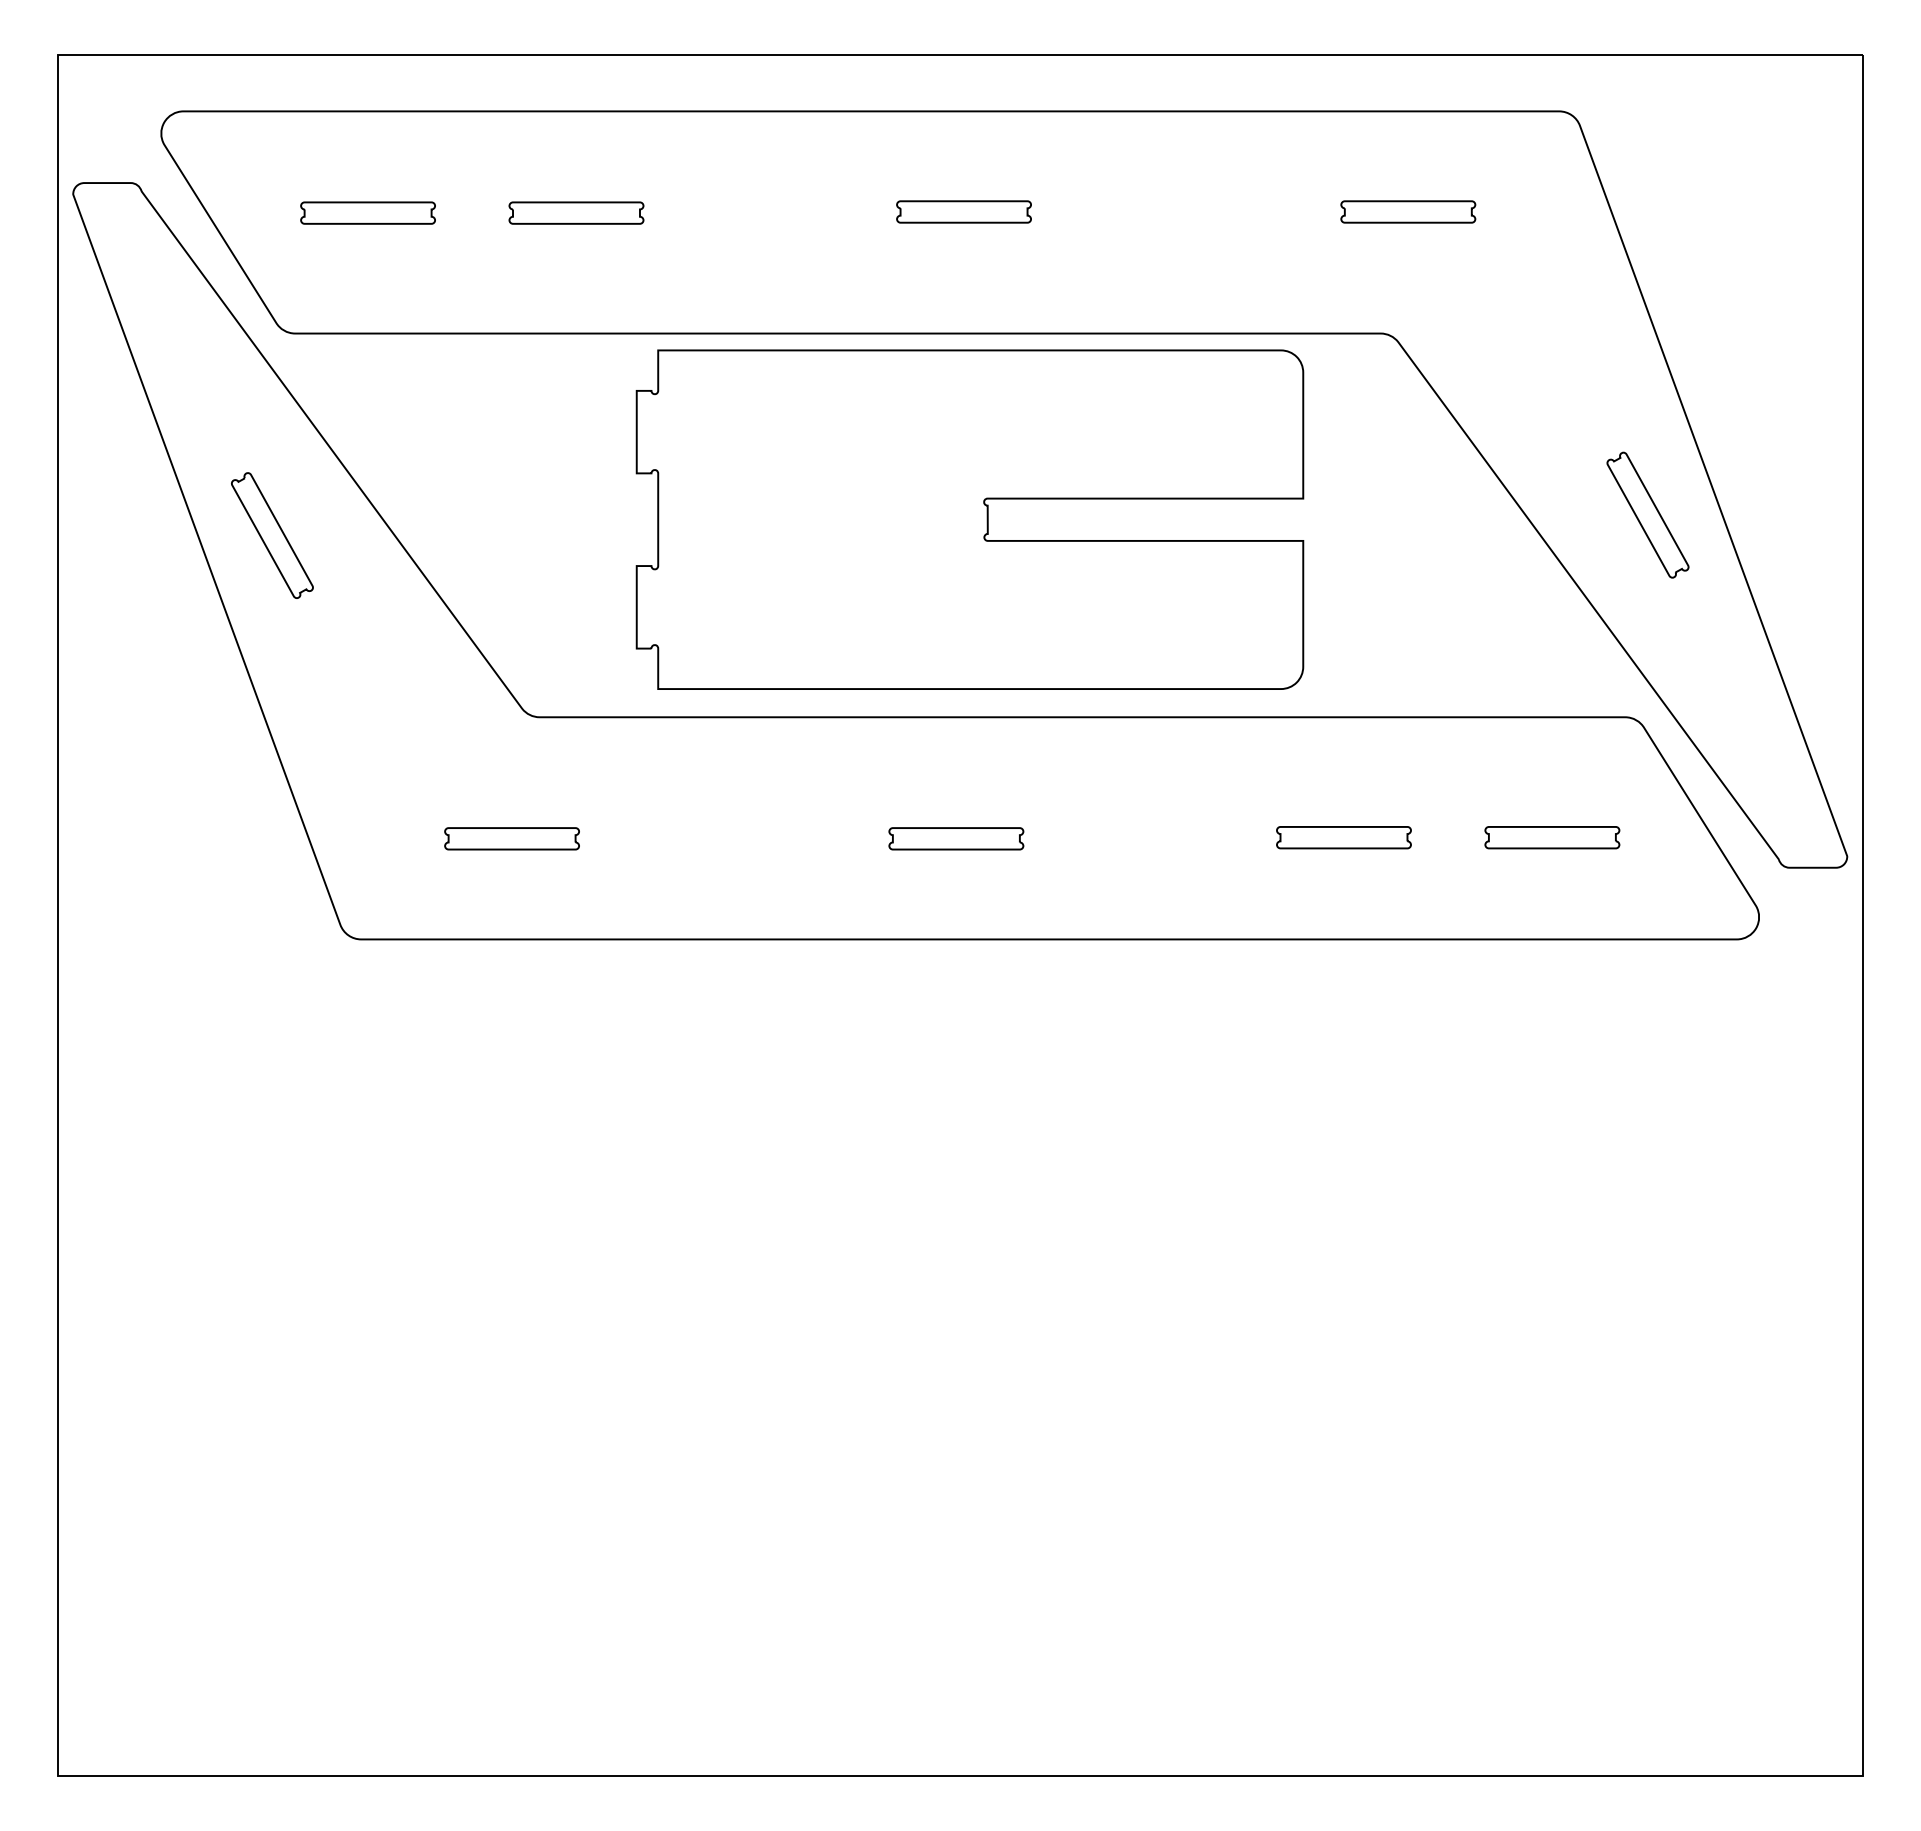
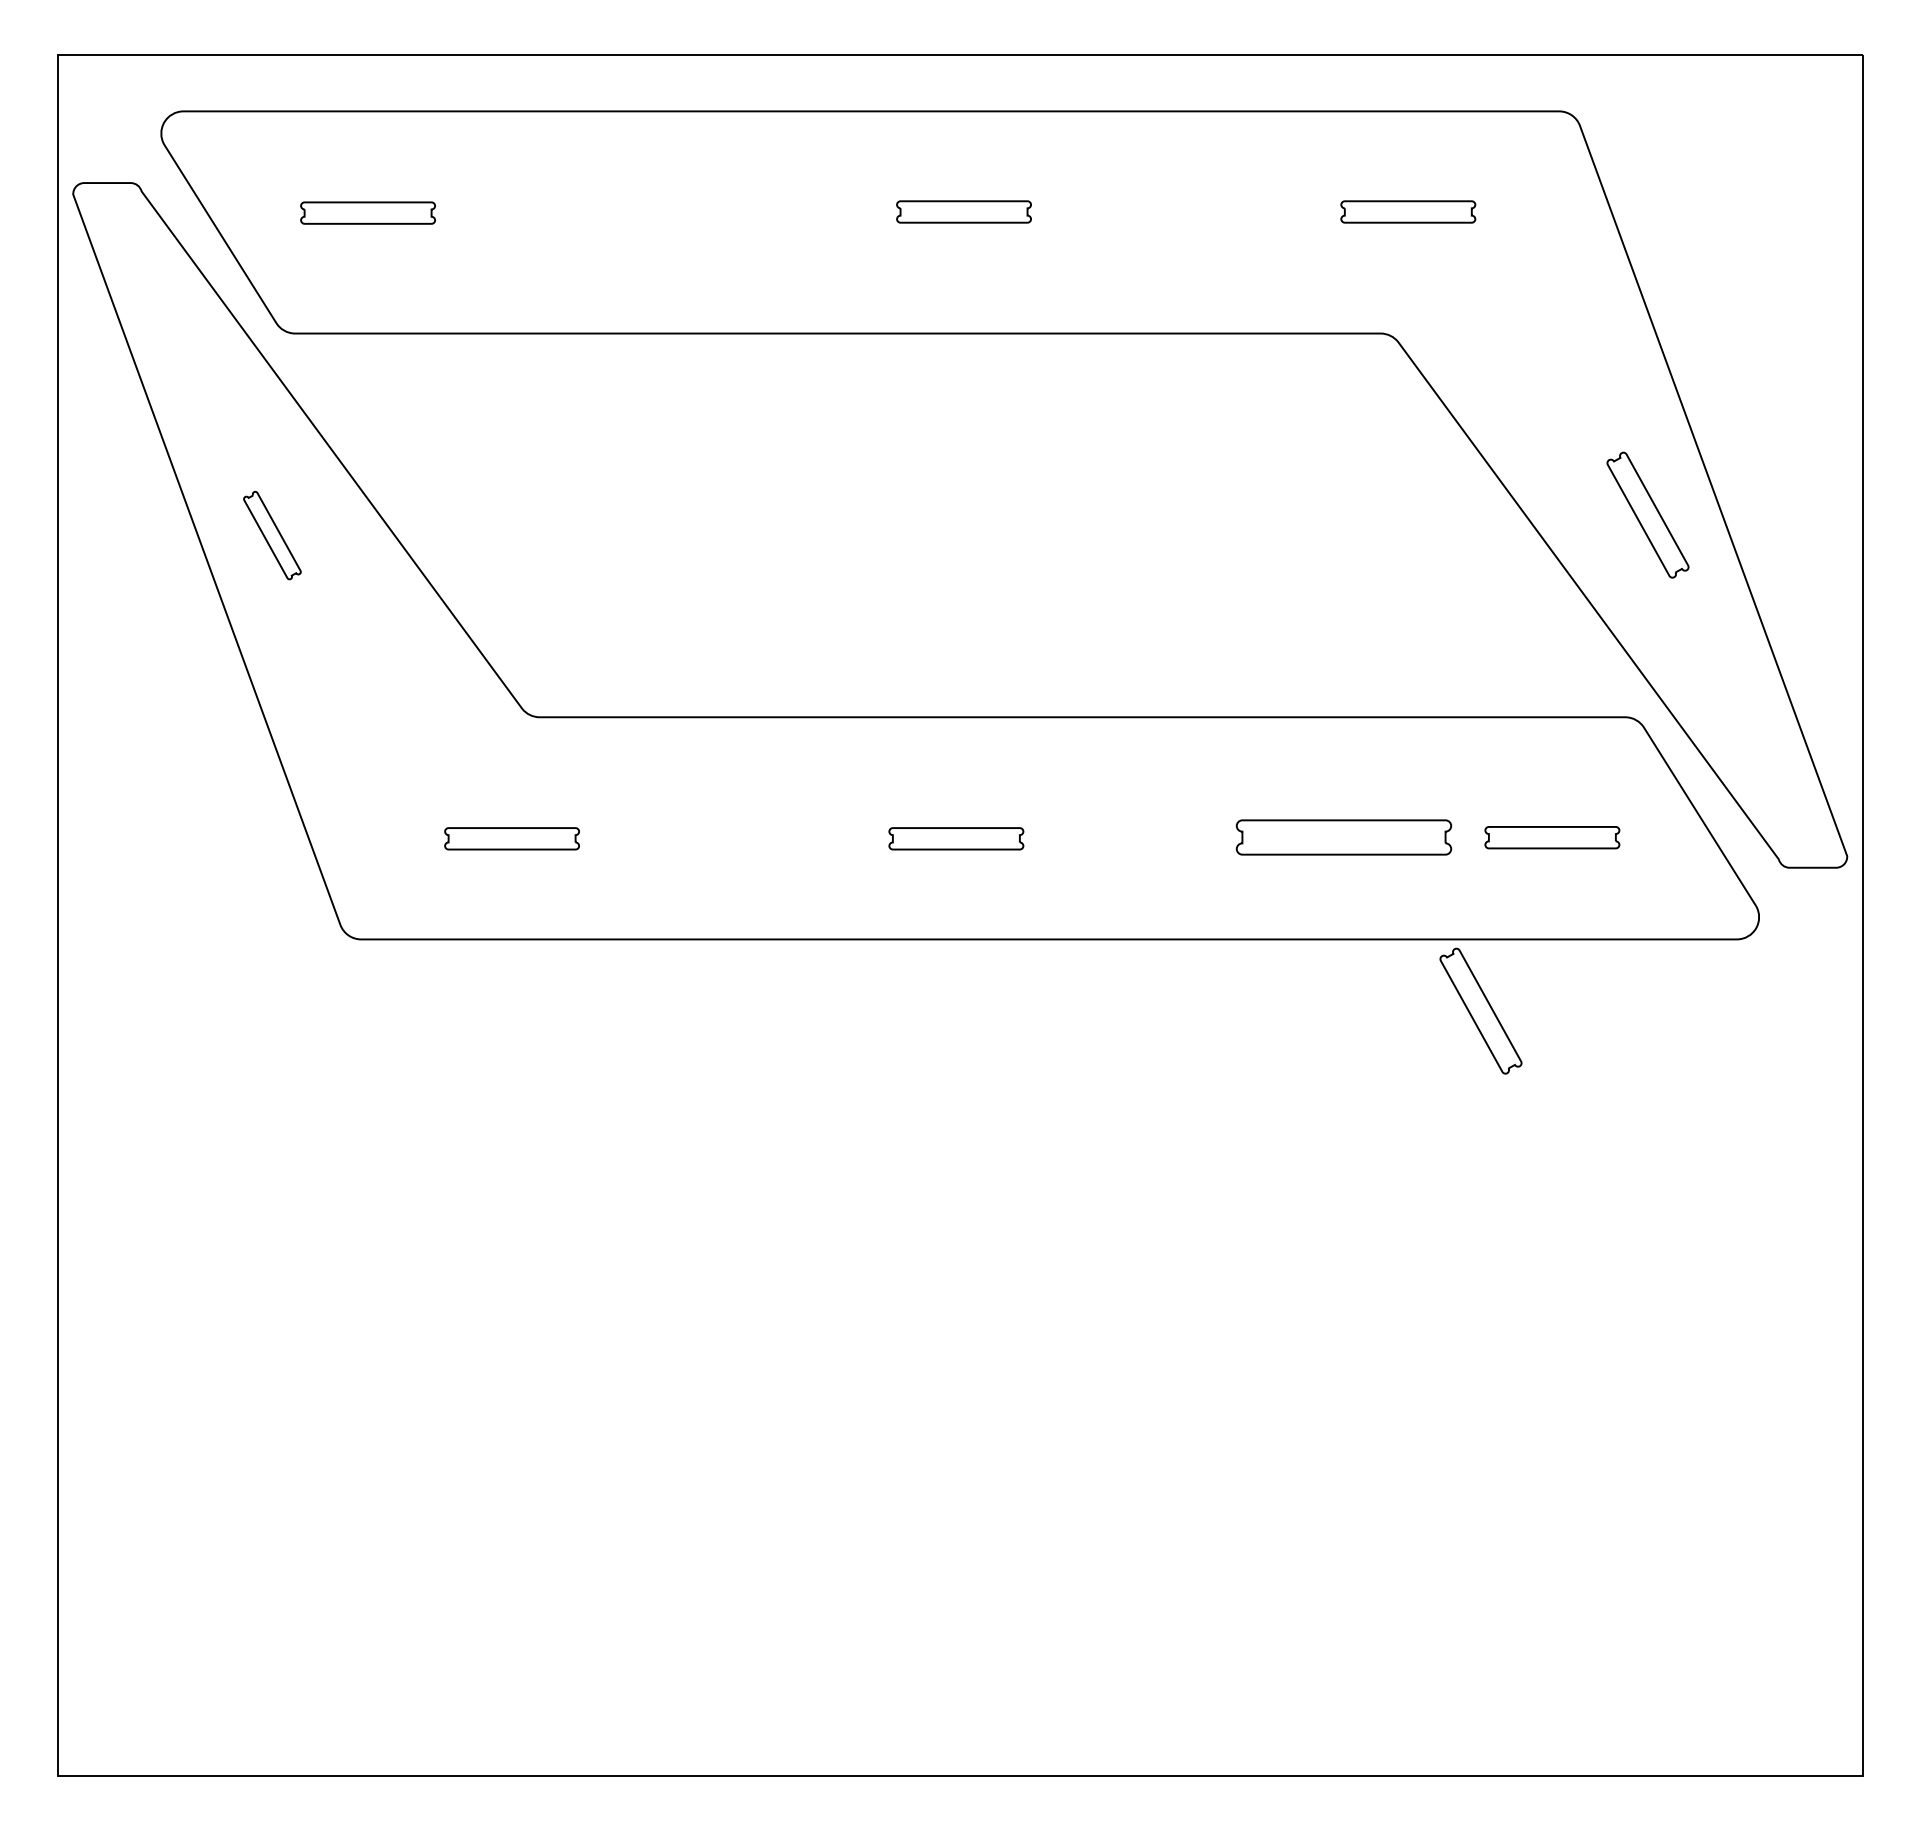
part at (576, 212): present -> none
part at (969, 519): present -> none
part at (272, 535) size: 83x127 px -> 59x91 px
part at (1343, 837) size: 136x24 px -> 218x37 px
part at (1480, 1010): none -> present
